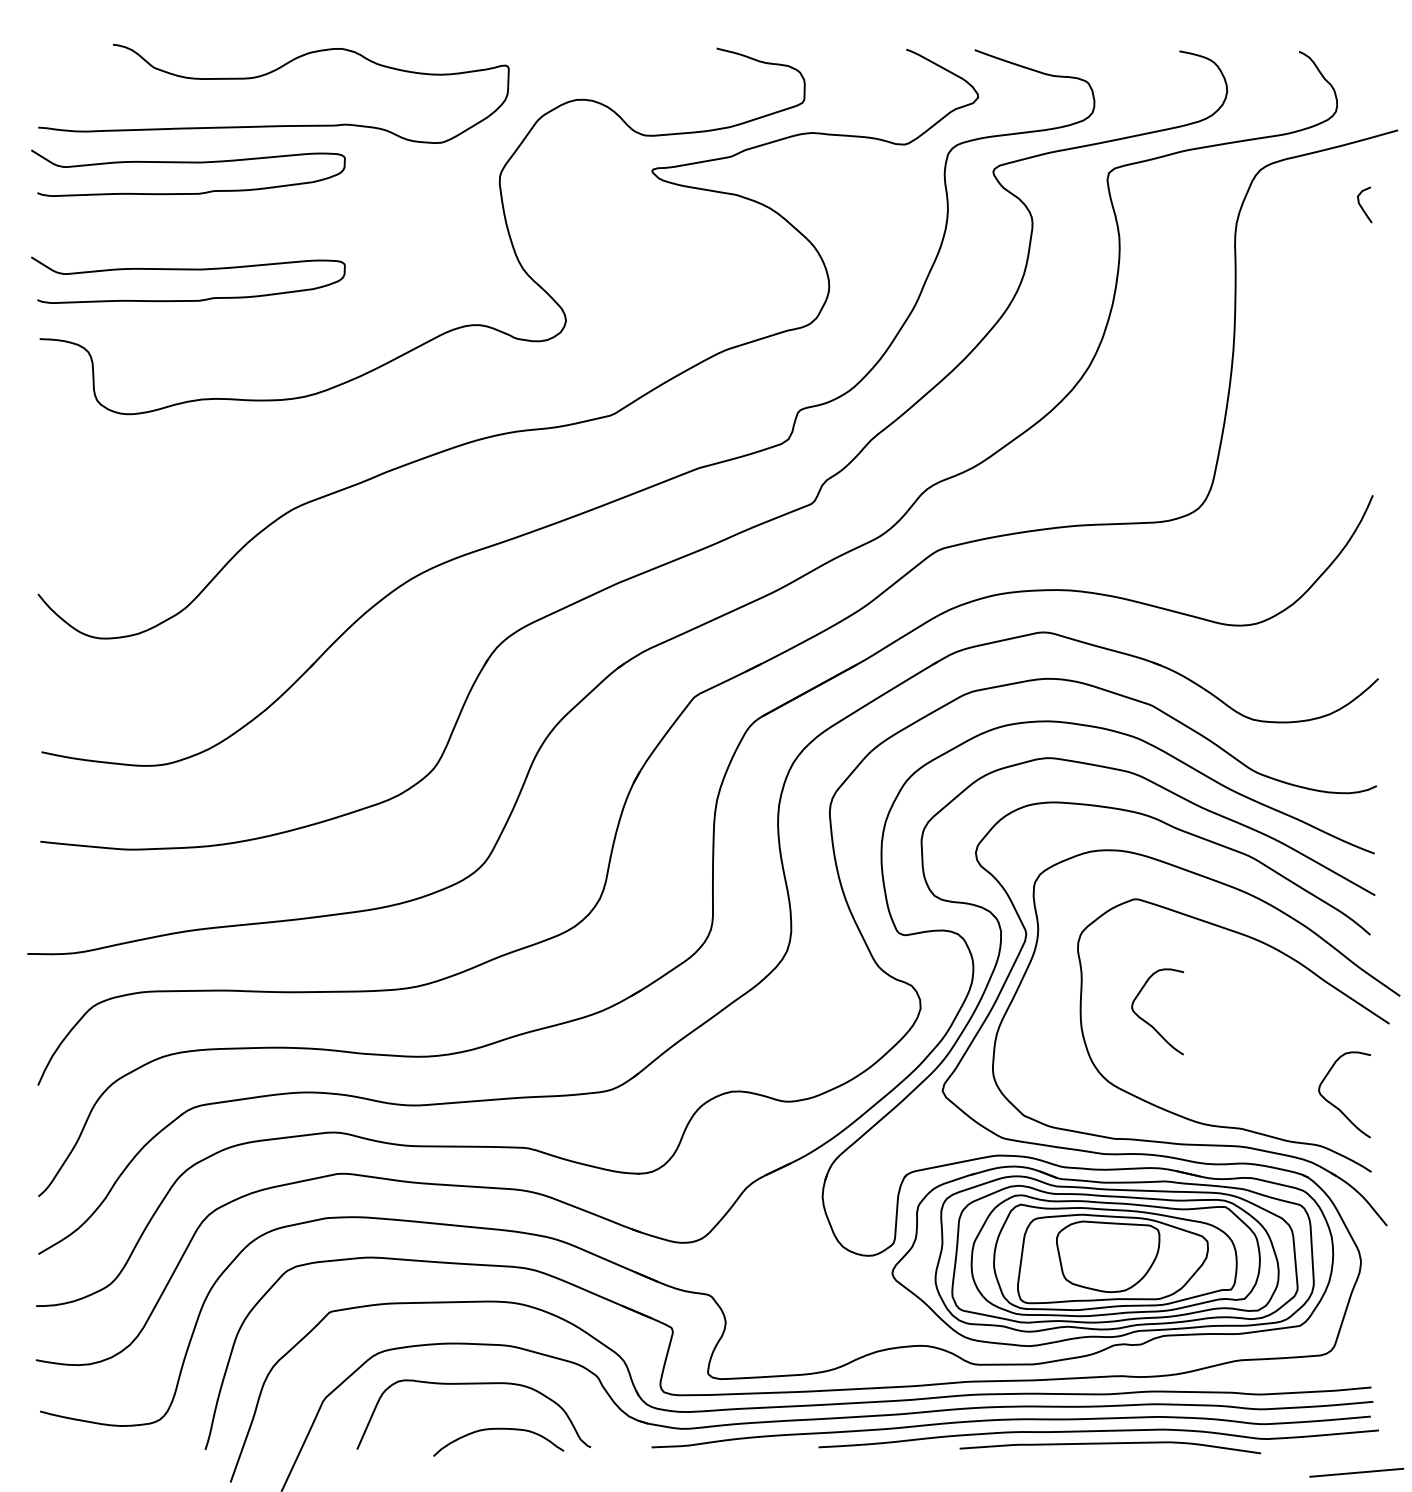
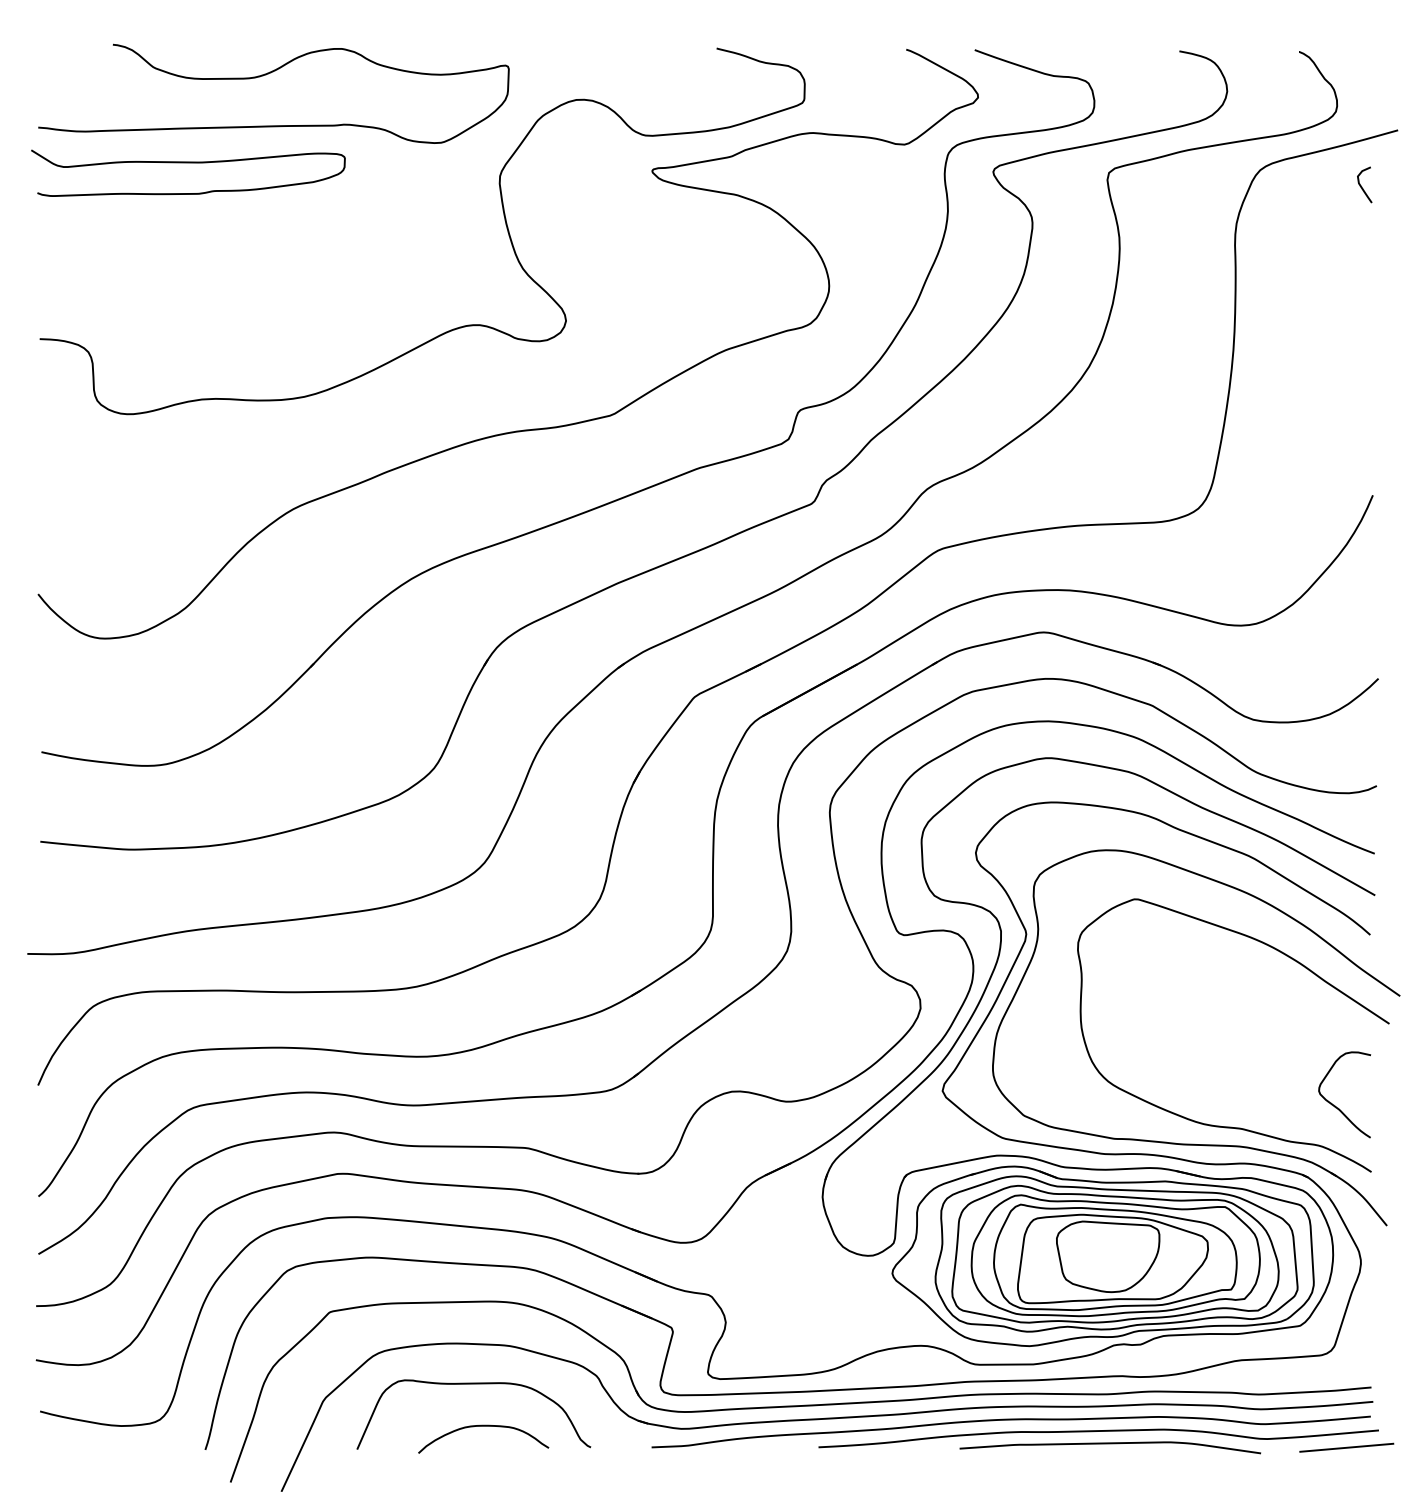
curve at (1362, 206) position: (1362, 206) -> (1362, 186)
curve at (188, 270): present -> none
curve at (1148, 1022): present -> none
curve at (498, 1429) position: (498, 1429) -> (483, 1426)
line at (1356, 1472) position: (1356, 1472) -> (1346, 1447)
